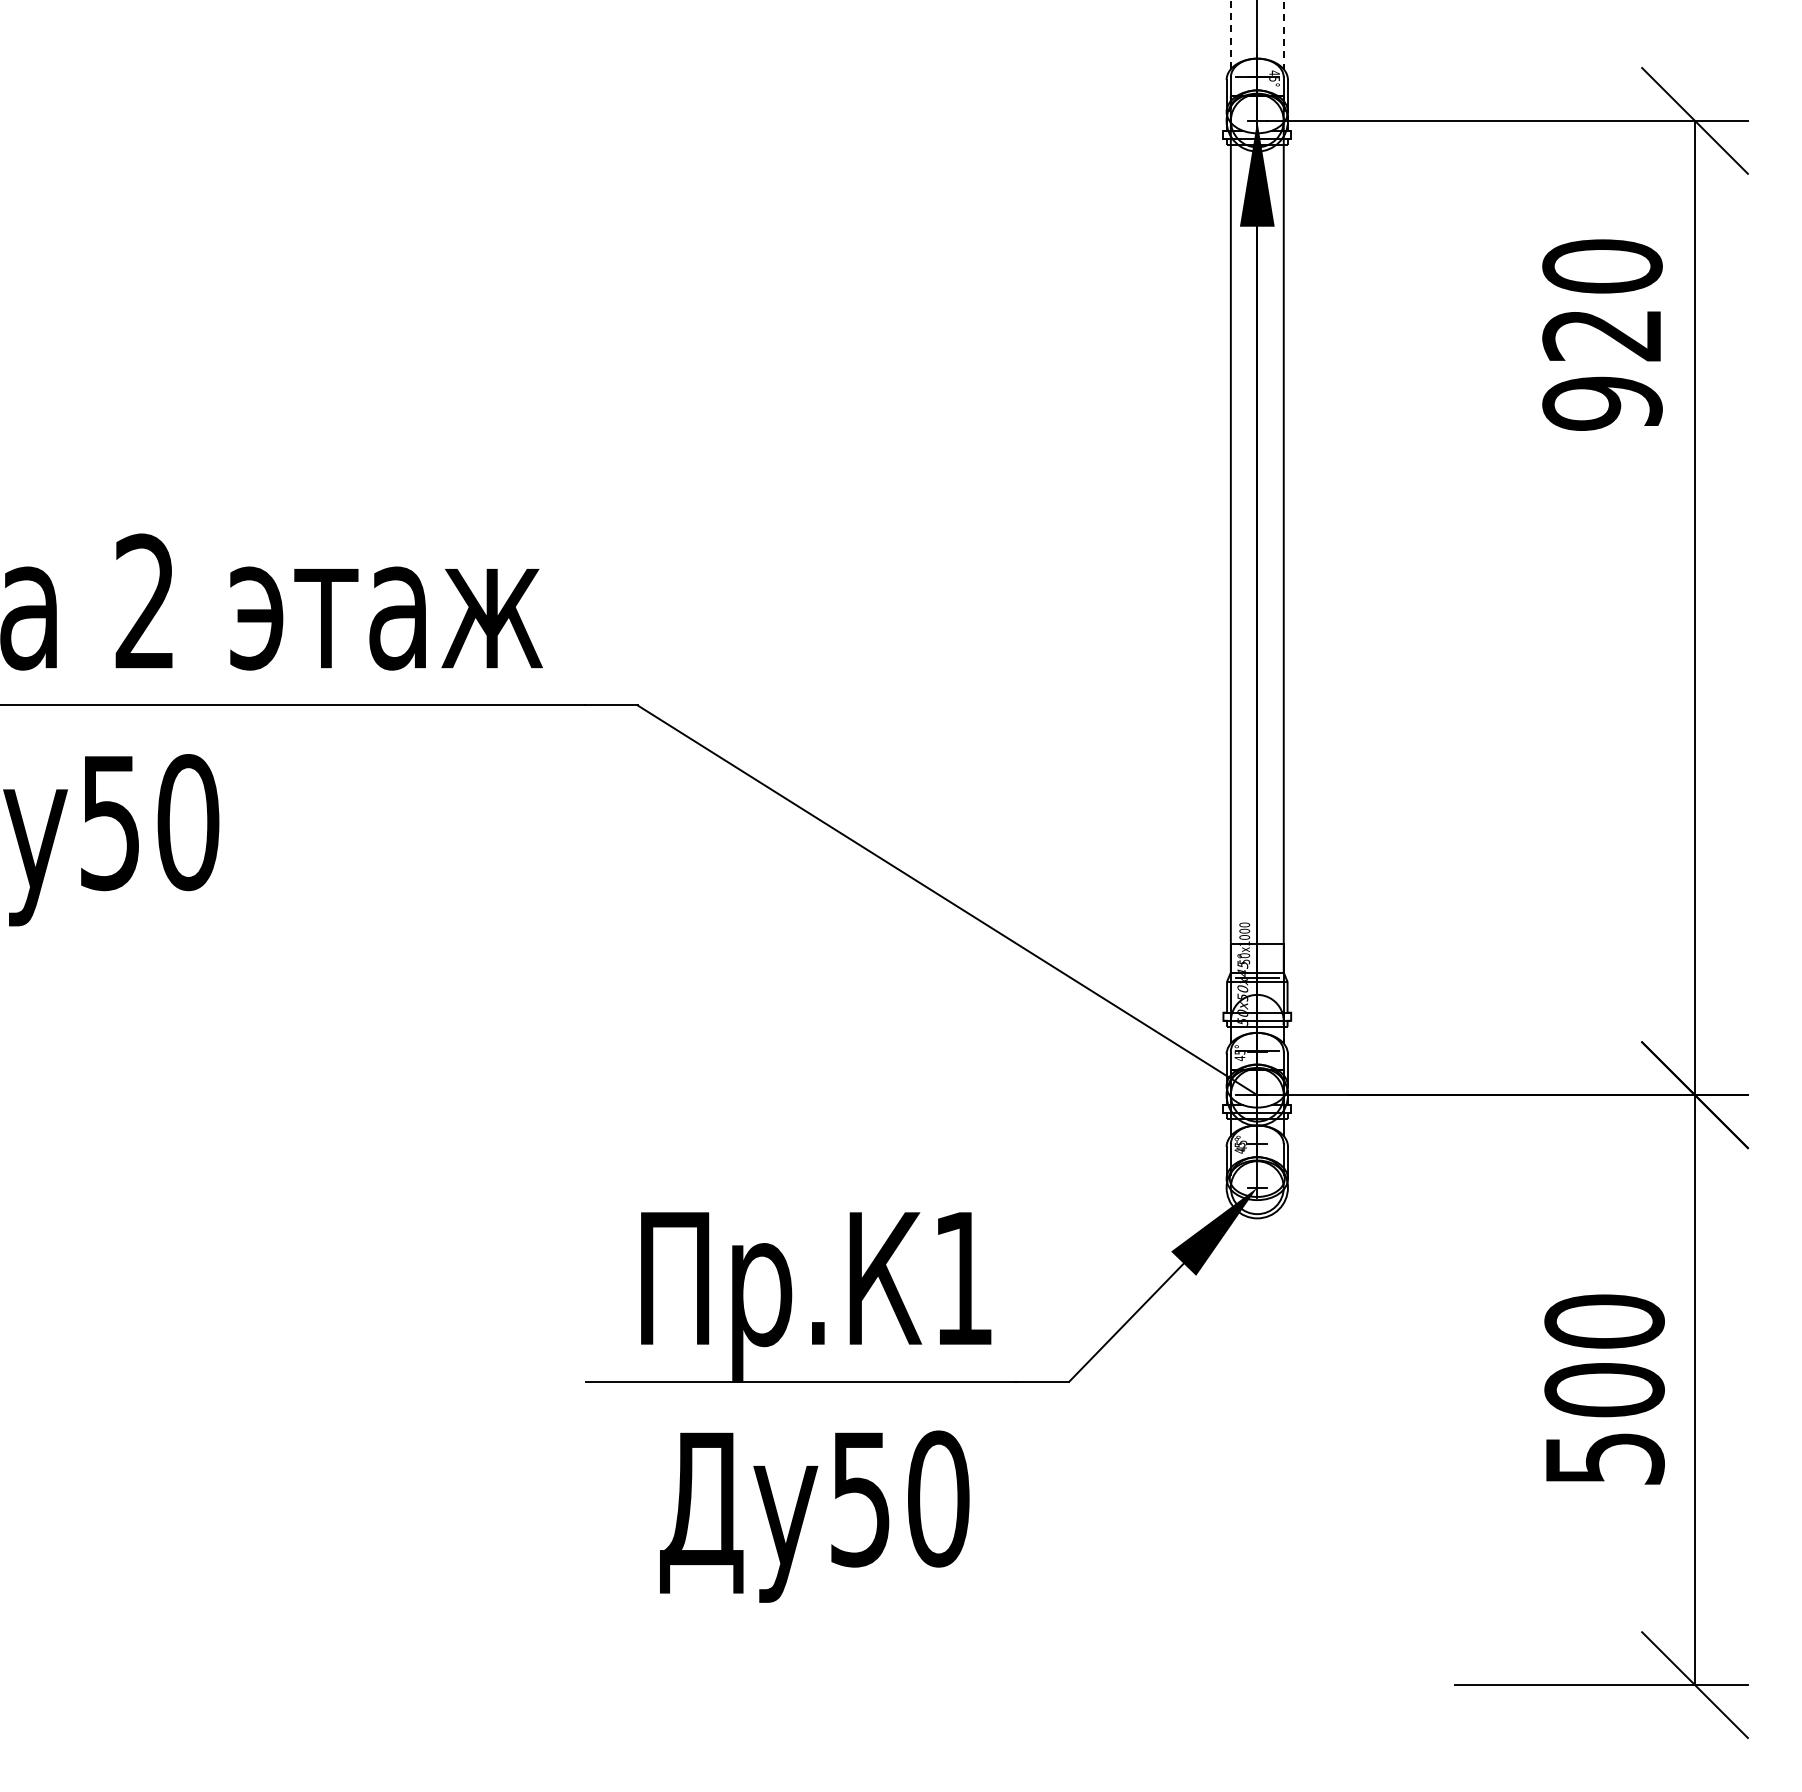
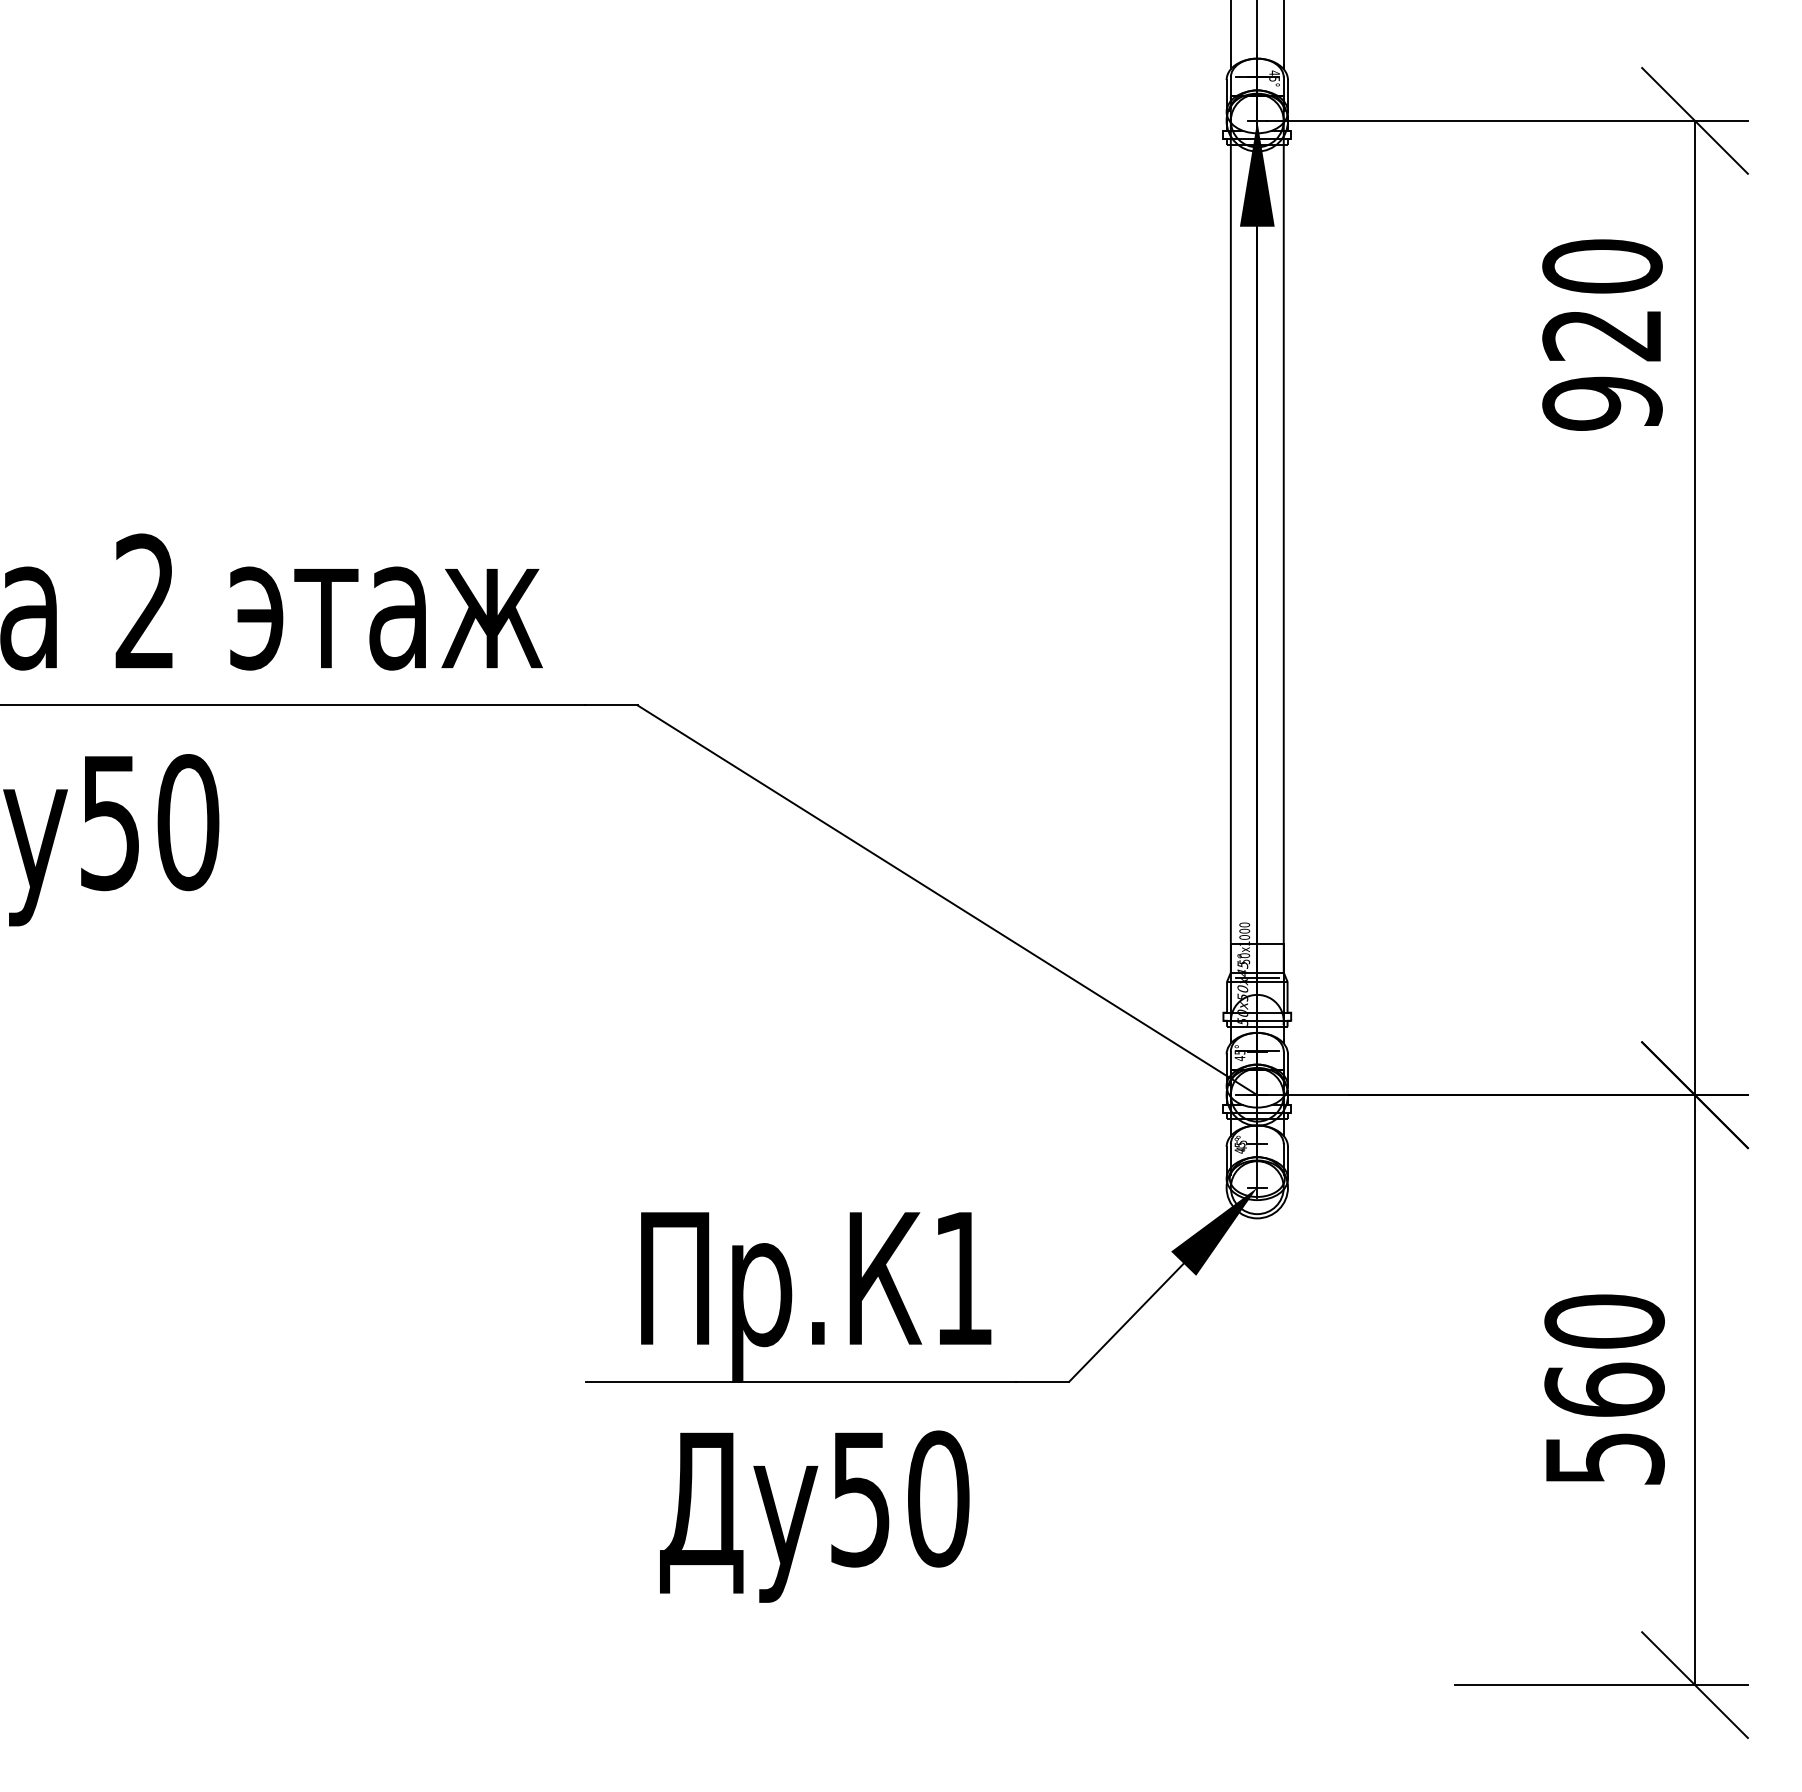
line at (1283, 0): dashed -> solid
text at (1604, 1389): 500 -> 560
